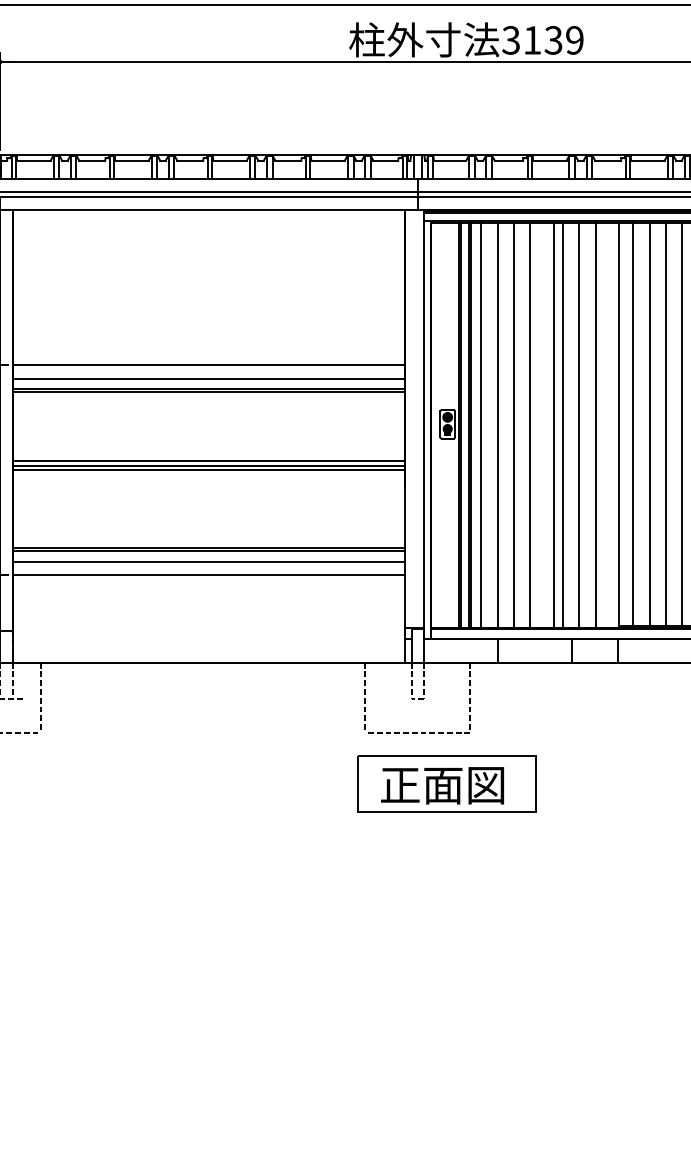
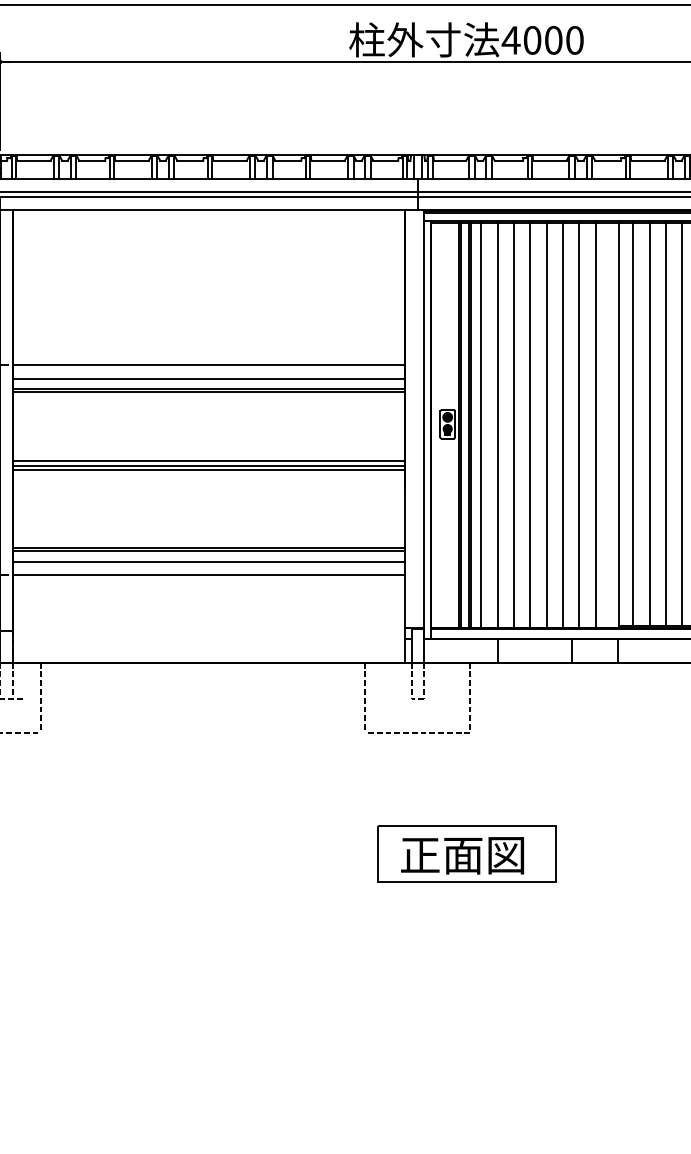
text at (542, 40): 3139 -> 4000
line at (553, 425) position: (553, 425) -> (546, 425)
part at (446, 783) position: (446, 783) -> (466, 853)
